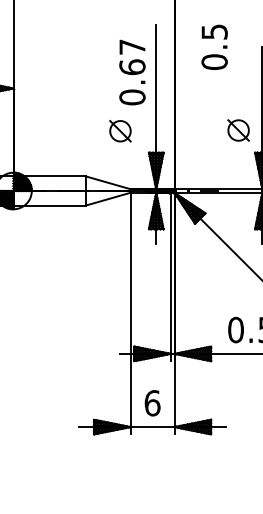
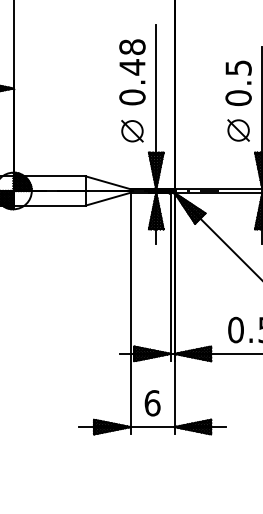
text at (214, 46) position: (214, 46) -> (238, 82)
text at (132, 57): 0.67 -> 0.48
part at (120, 131) position: (120, 131) -> (132, 131)
